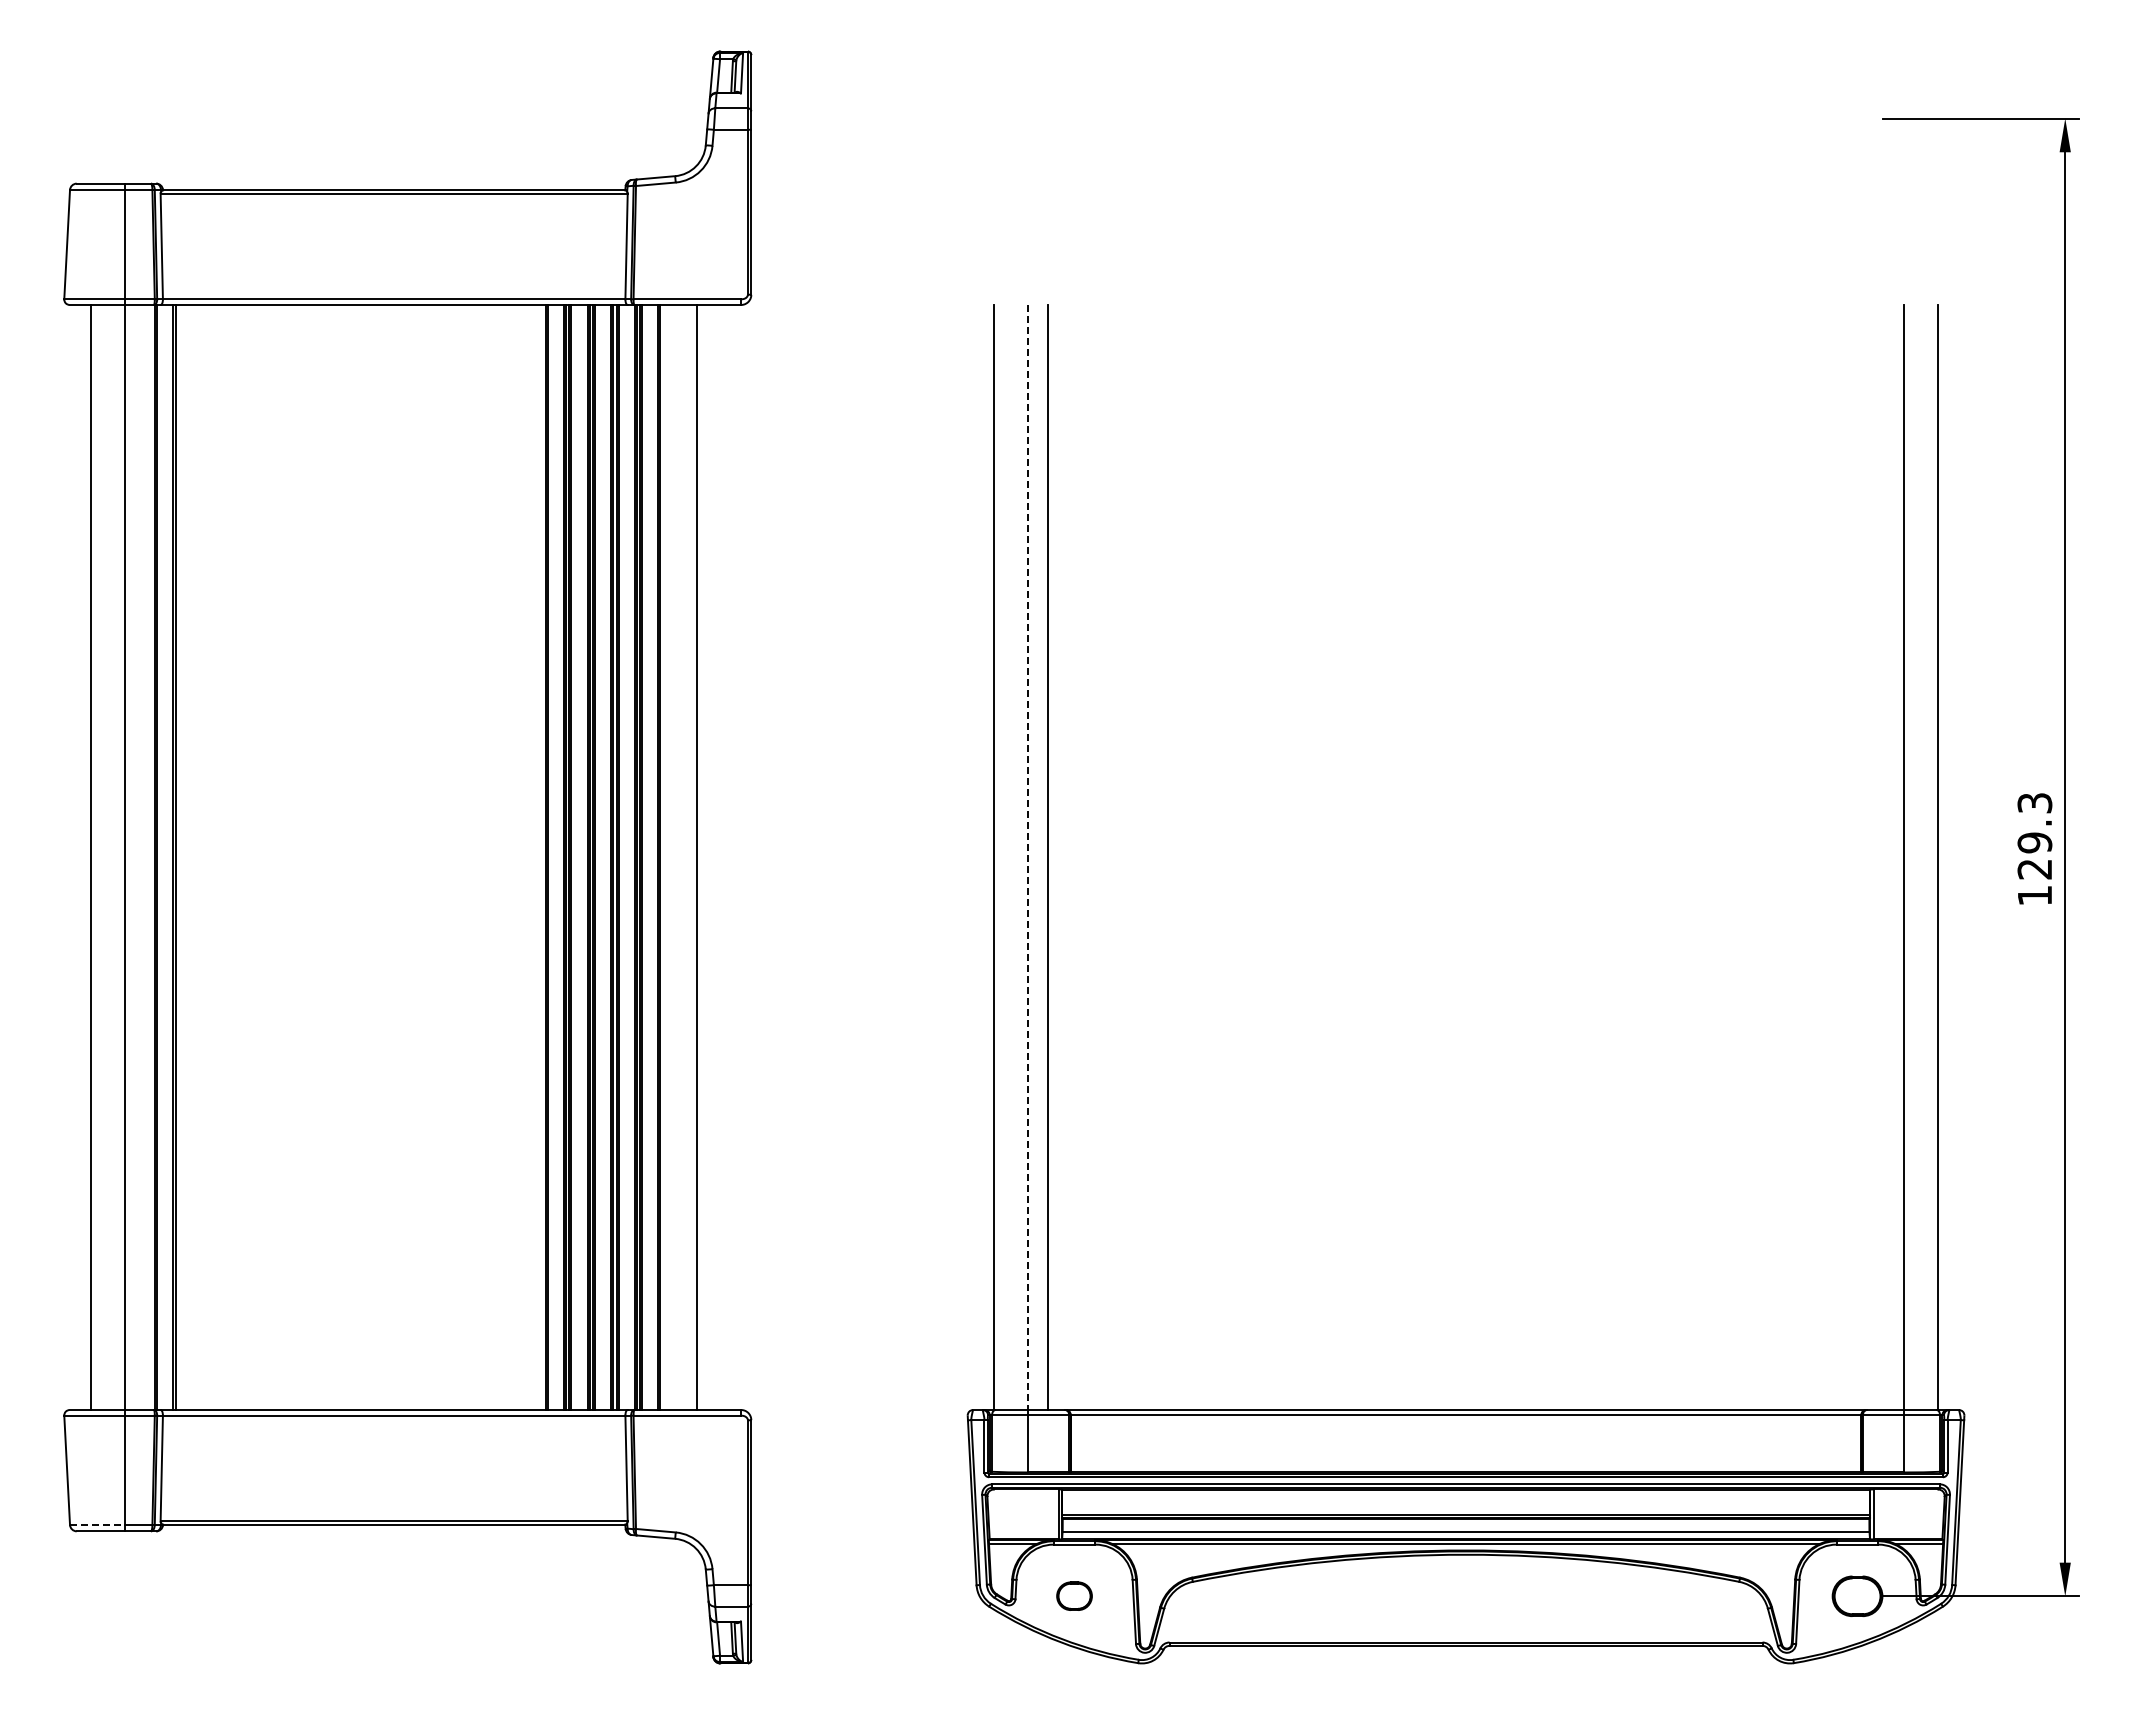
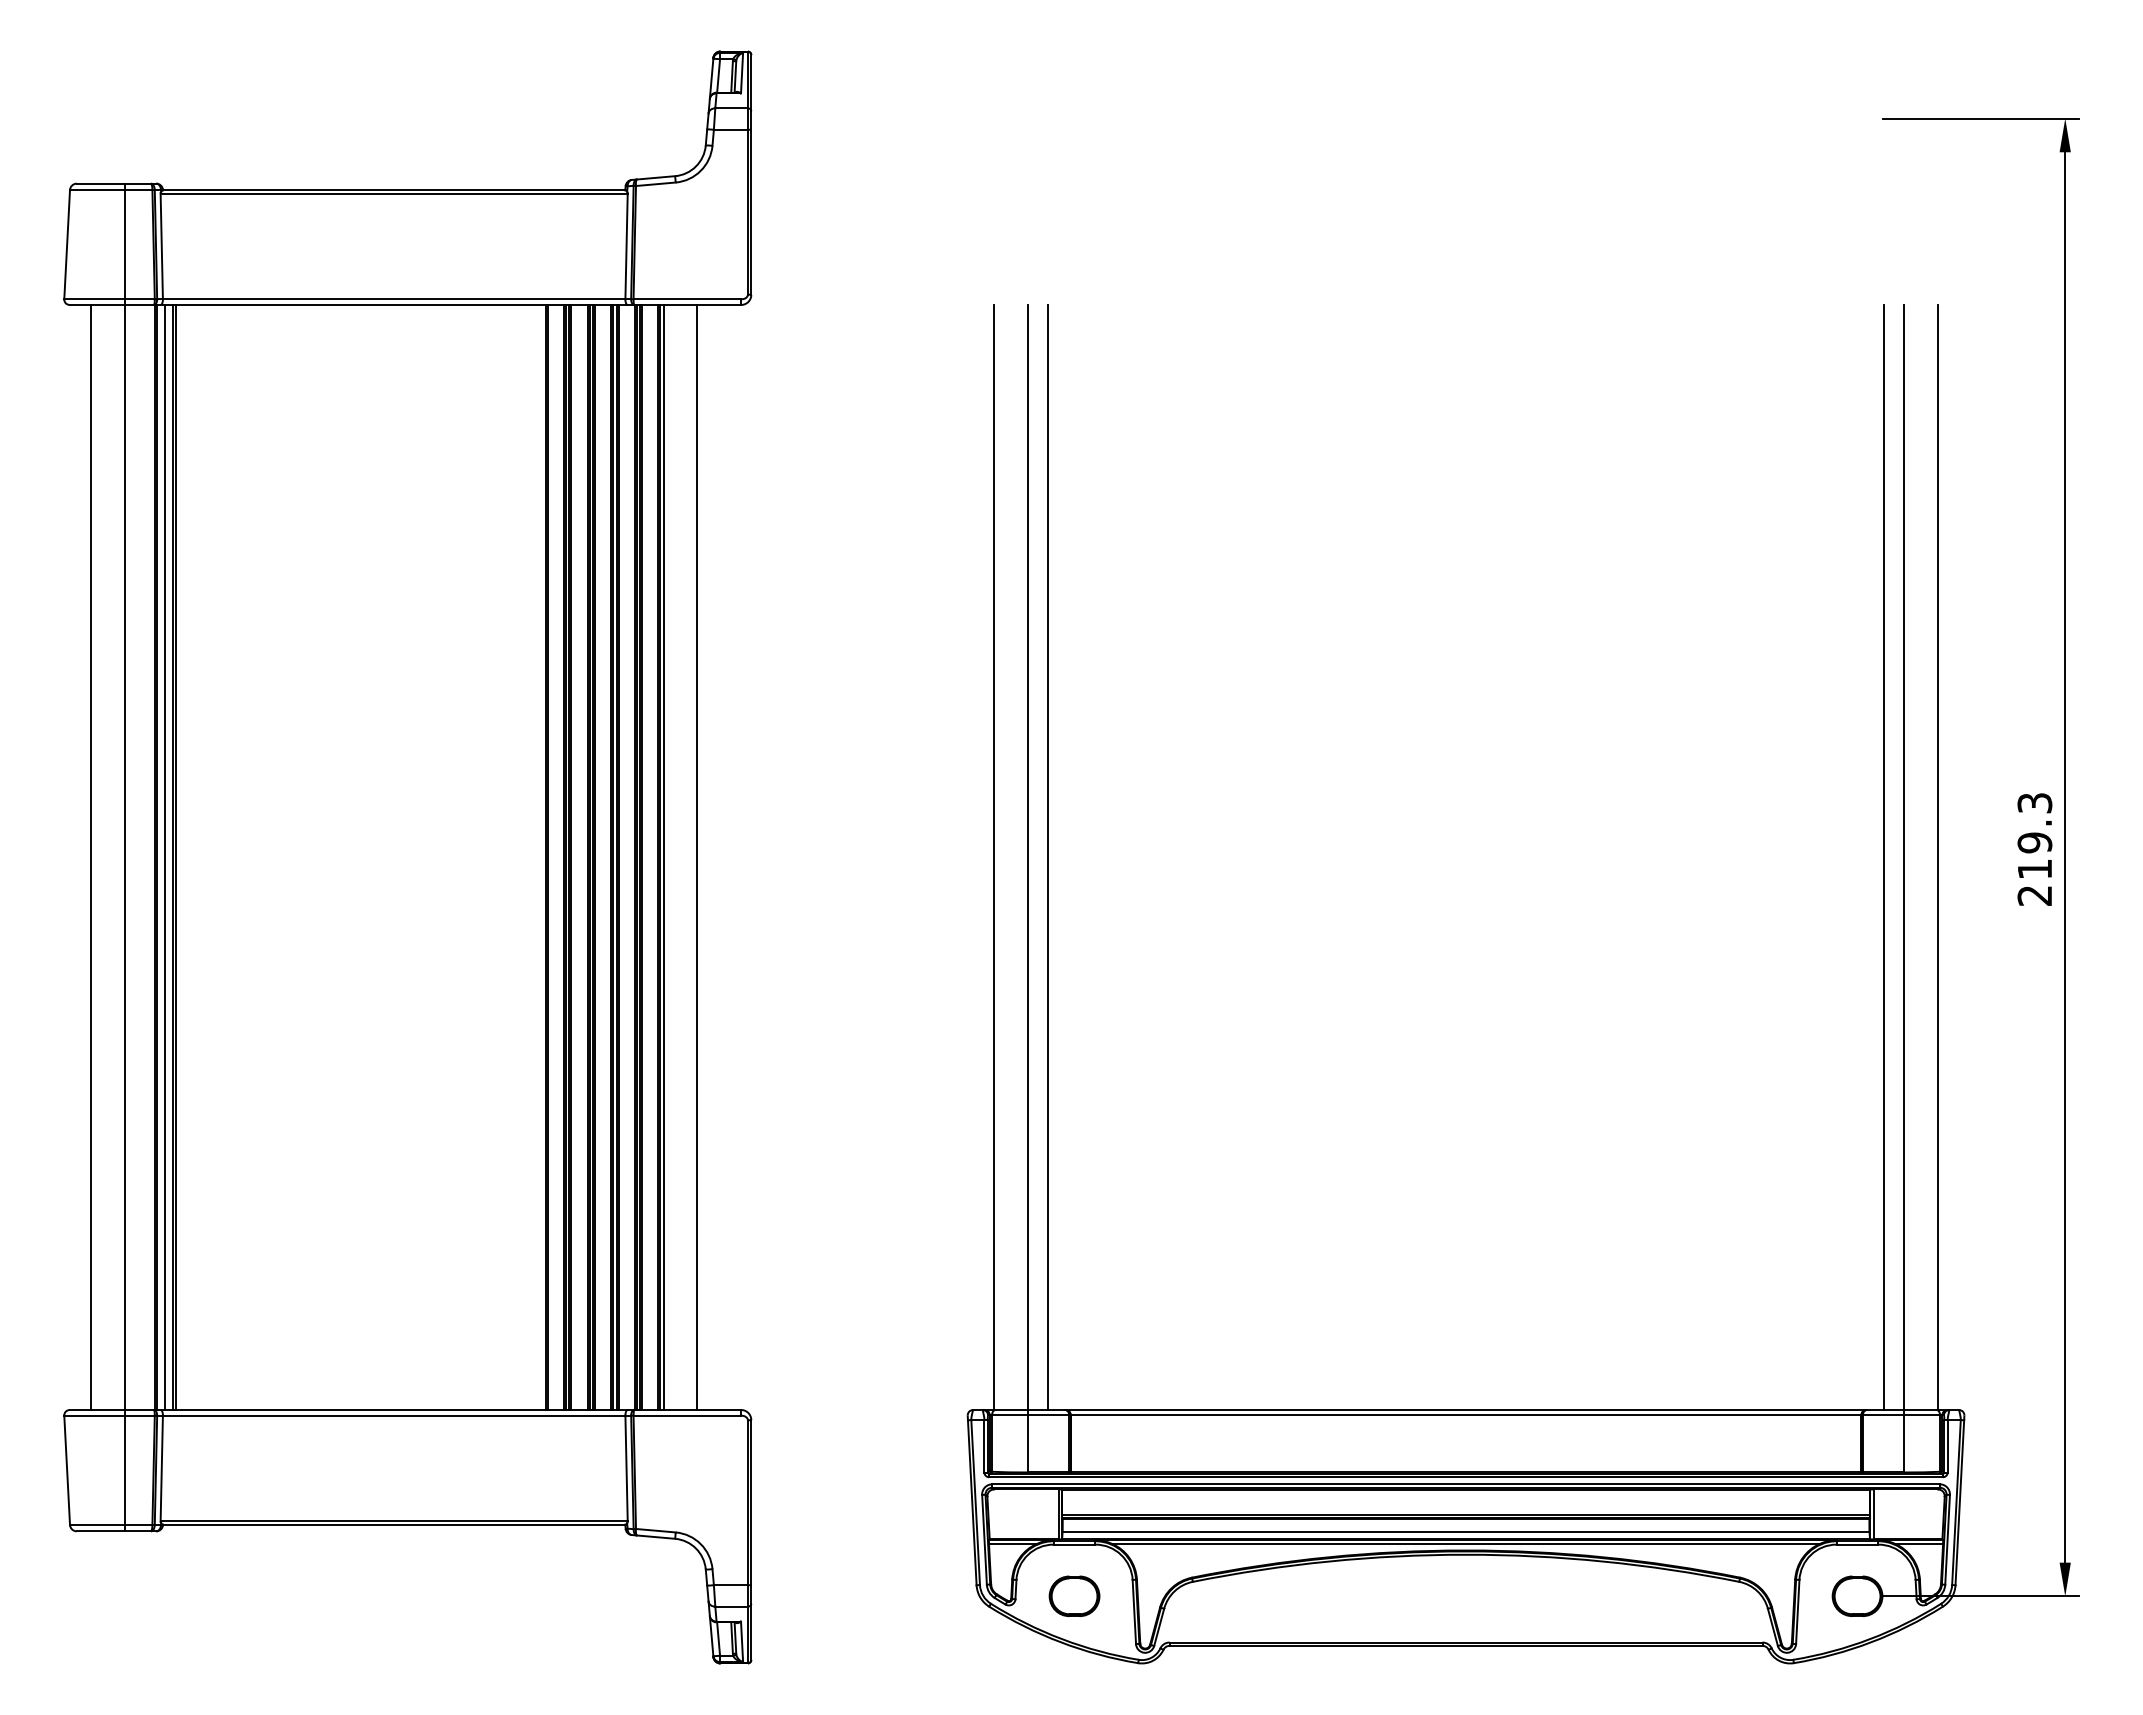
line at (165, 857): none -> present
line at (663, 857): none -> present
line at (1028, 857): dashed -> solid
line at (1883, 857): none -> present
text at (2034, 882): 129.3 -> 219.3
line at (97, 1524): dashed -> solid
part at (1074, 1595) size: 37x30 px -> 53x42 px
